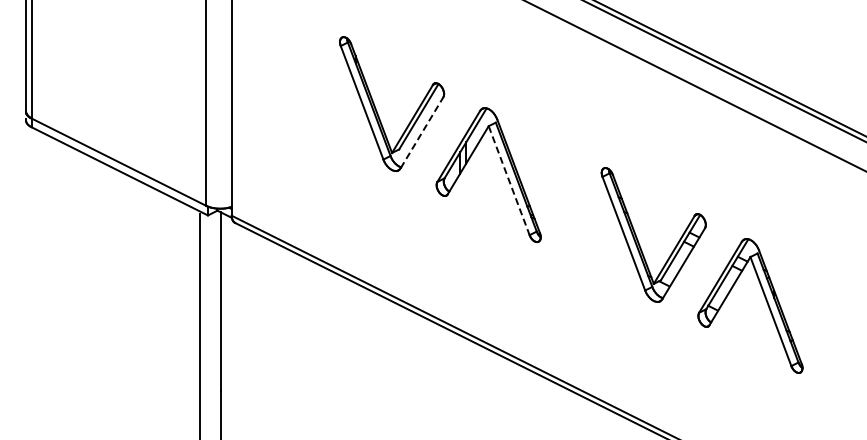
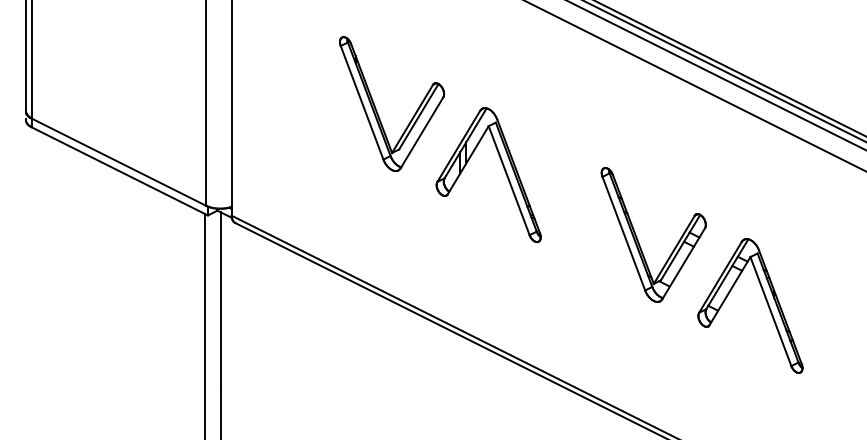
line at (716, 75): none -> present
line at (422, 132): dashed -> solid
line at (509, 181): dashed -> solid
line at (199, 324) position: (199, 324) -> (204, 324)
